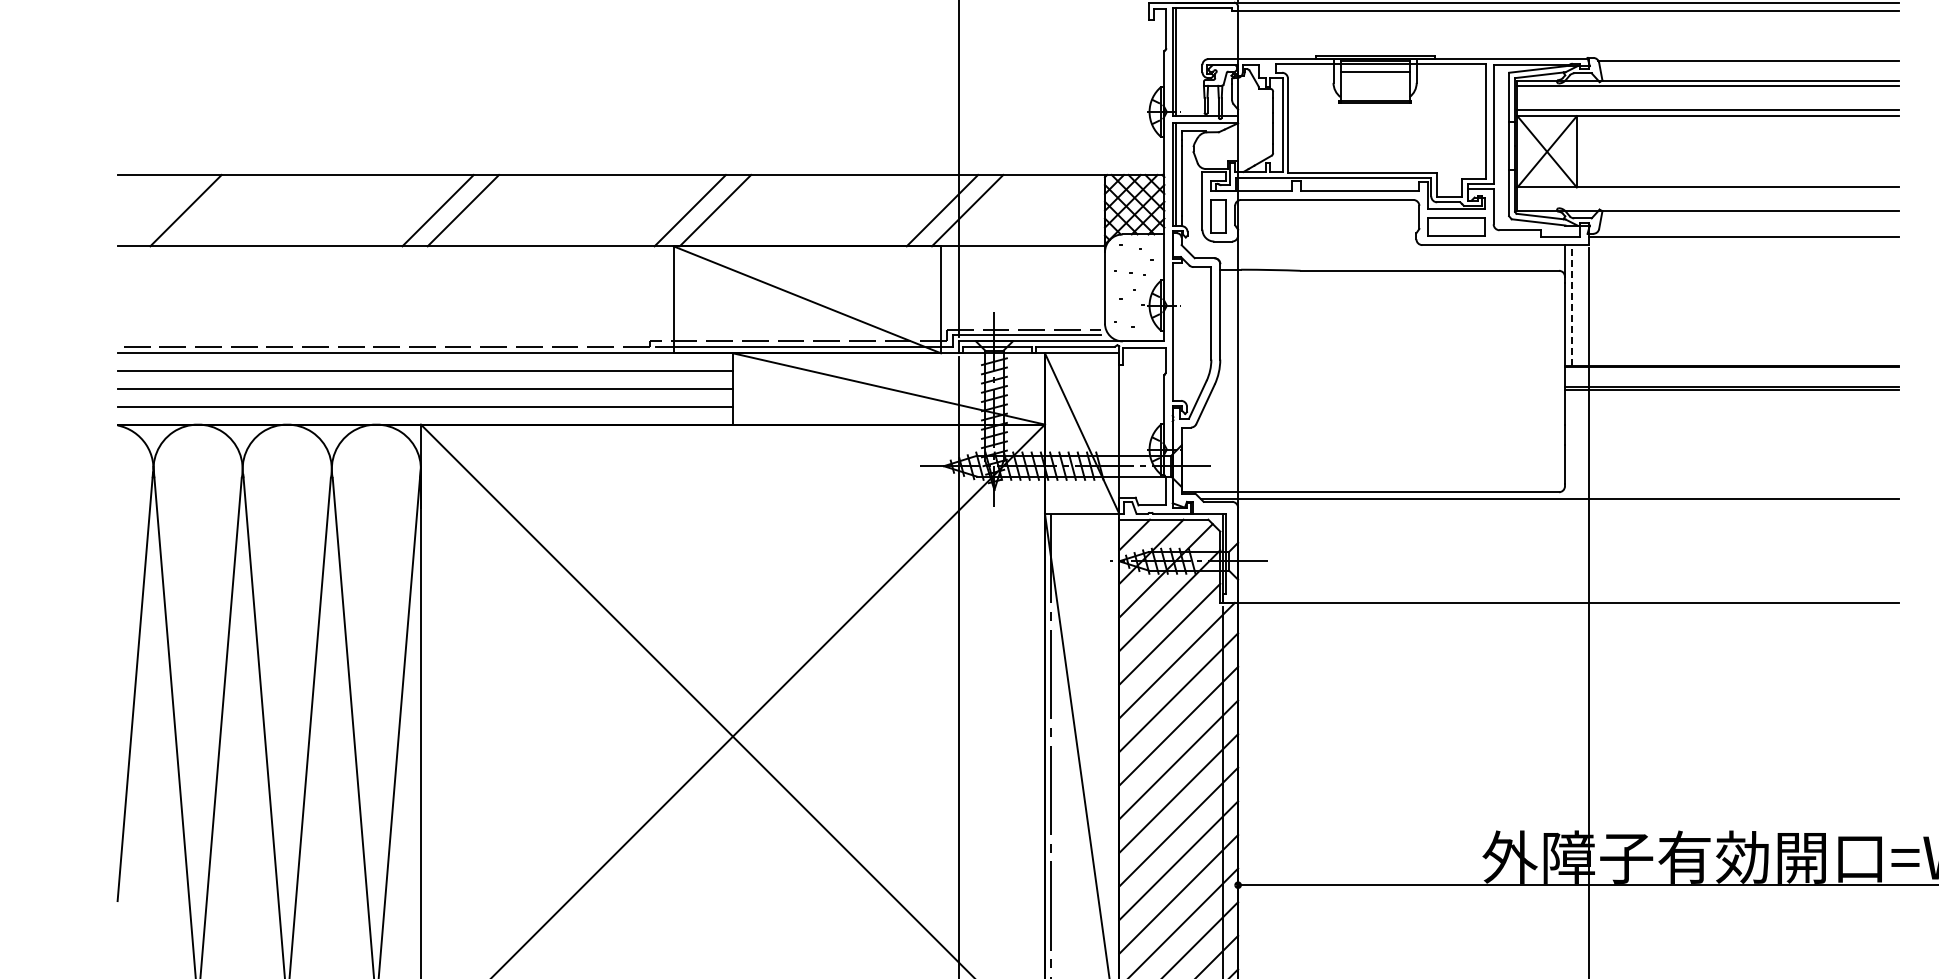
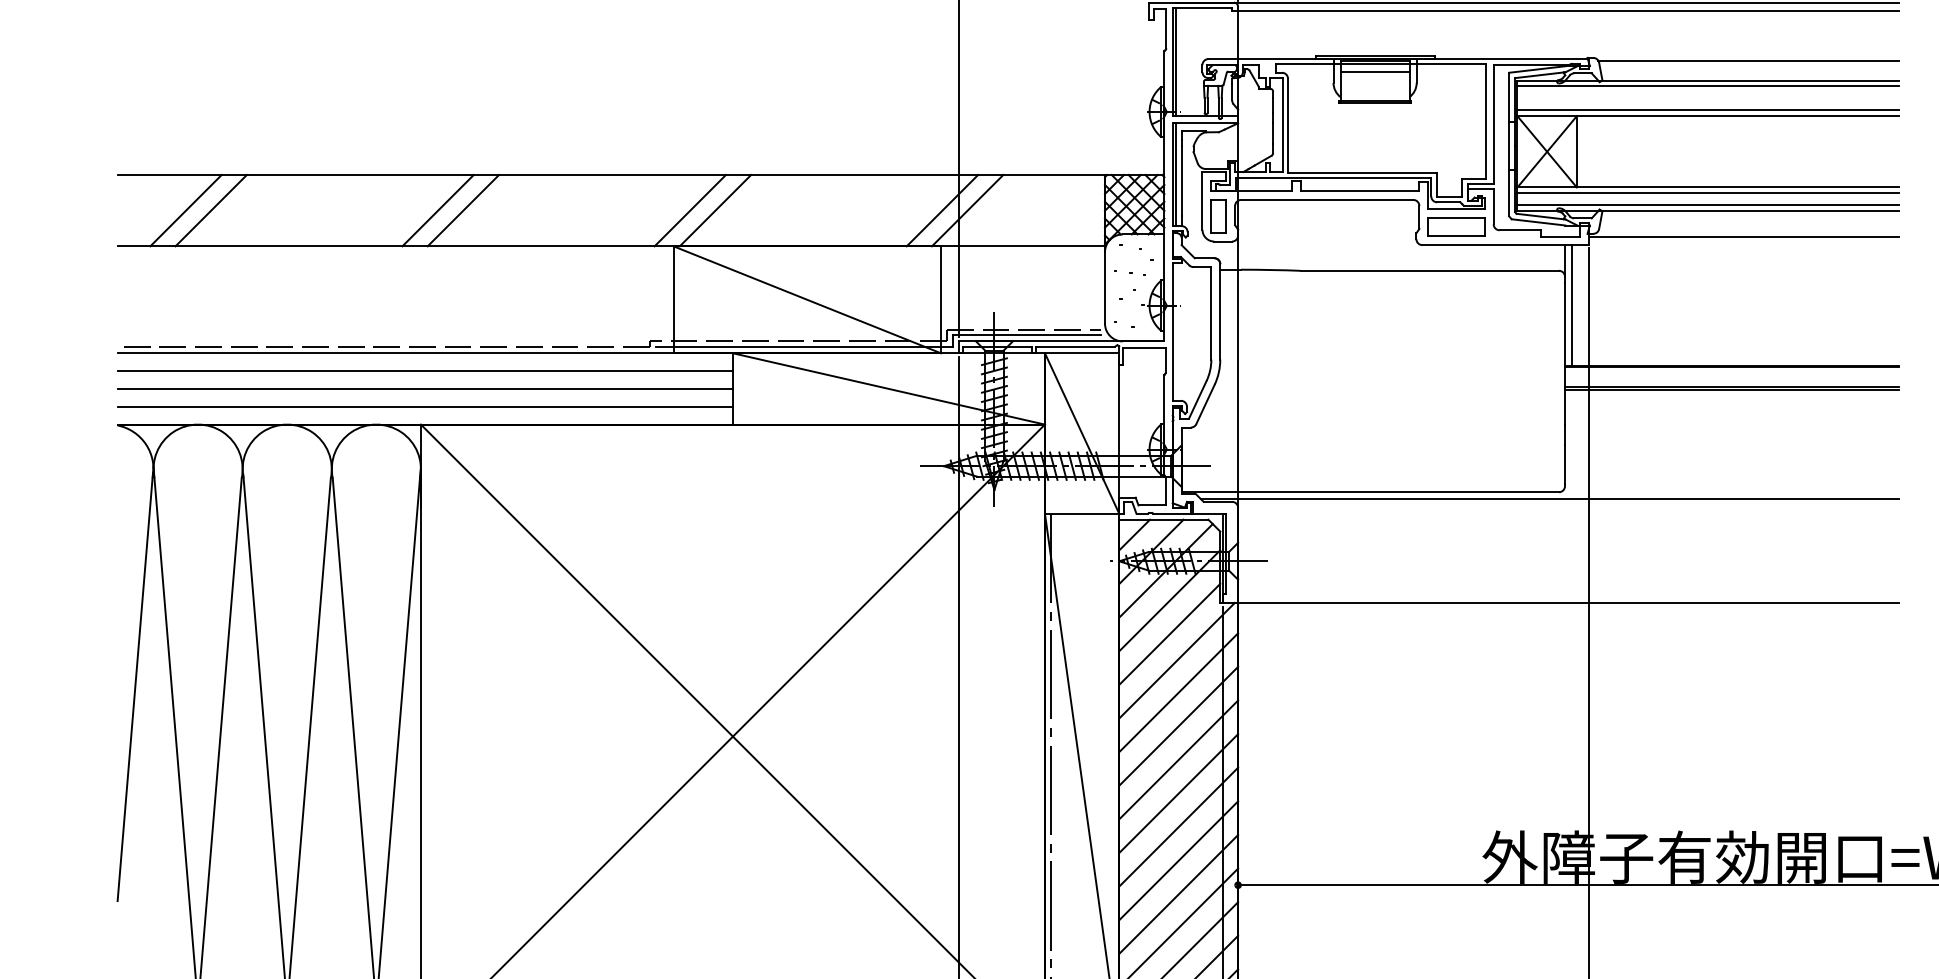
line at (1707, 193): none -> present
line at (1707, 205): none -> present
line at (210, 210): none -> present
line at (1572, 304): dashed -> solid
